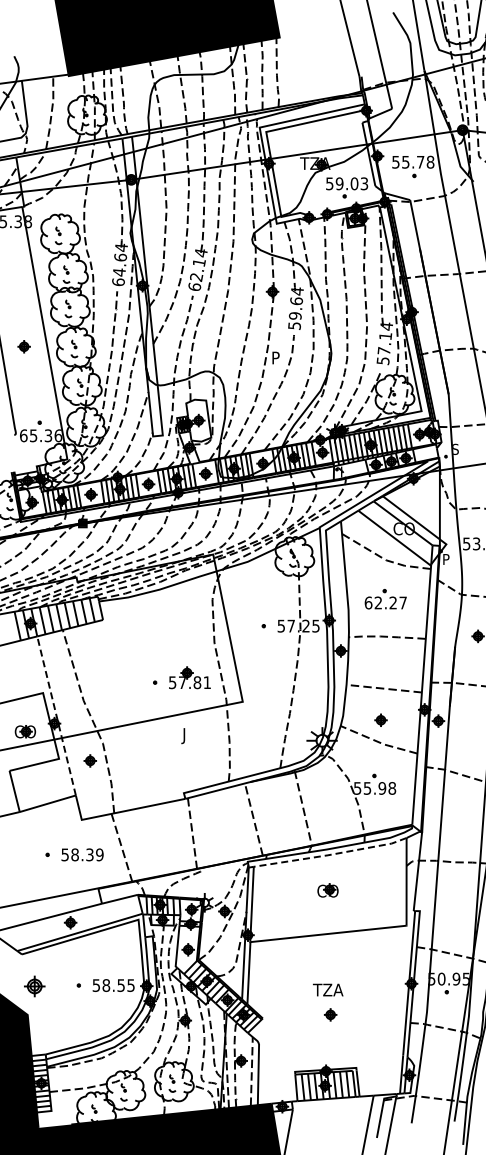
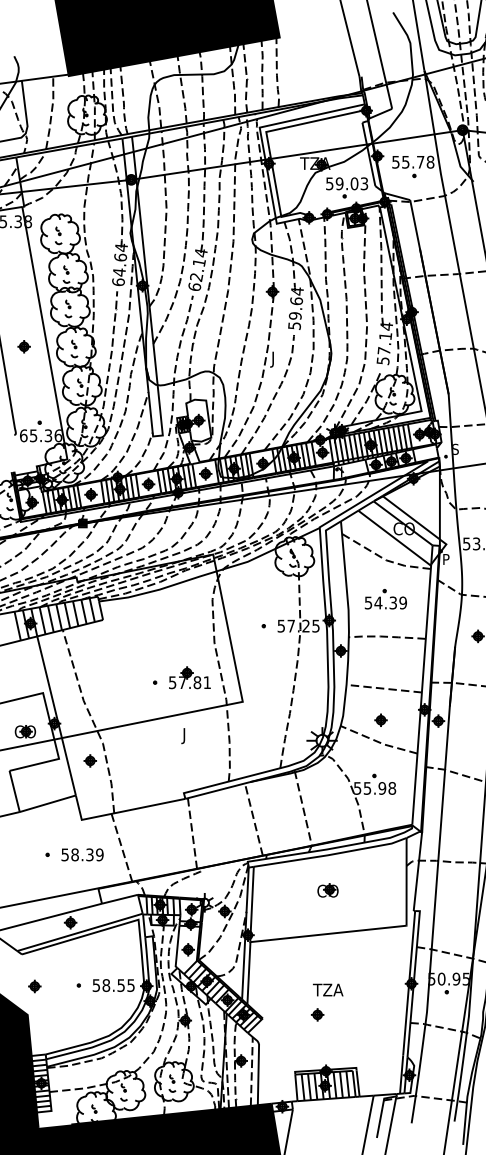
text at (274, 359): P -> J
text at (385, 602): 62.27 -> 54.39
line at (56, 715): dashed -> solid
line at (329, 854): dashed -> solid
part at (34, 986) size: 22x23 px -> 14x15 px
part at (330, 1014) position: (330, 1014) -> (317, 1014)
